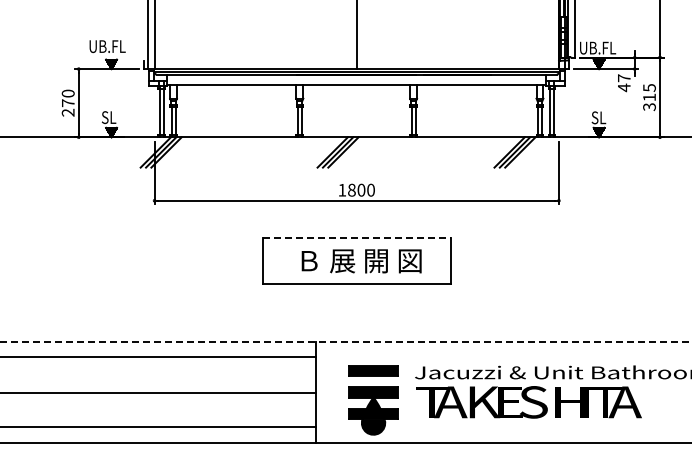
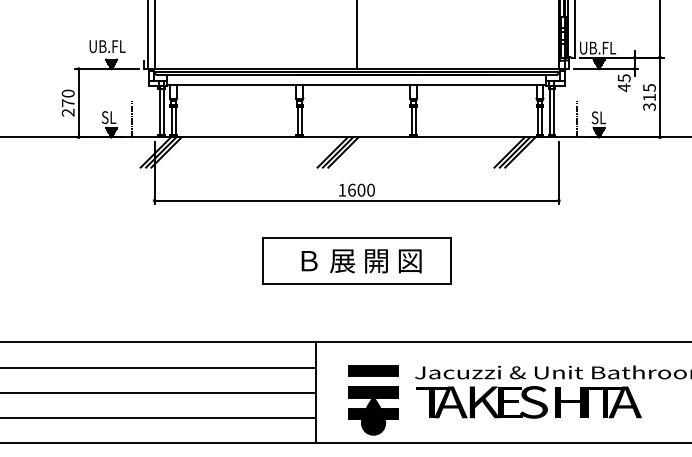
text at (624, 78): 47 -> 45
line at (131, 118): none -> present
line at (576, 118): none -> present
text at (351, 189): 1800 -> 1600
line at (357, 237): dashed -> solid
line at (345, 342): dashed -> solid
line at (159, 356) position: (159, 356) -> (159, 367)
line at (159, 427) position: (159, 427) -> (159, 418)
